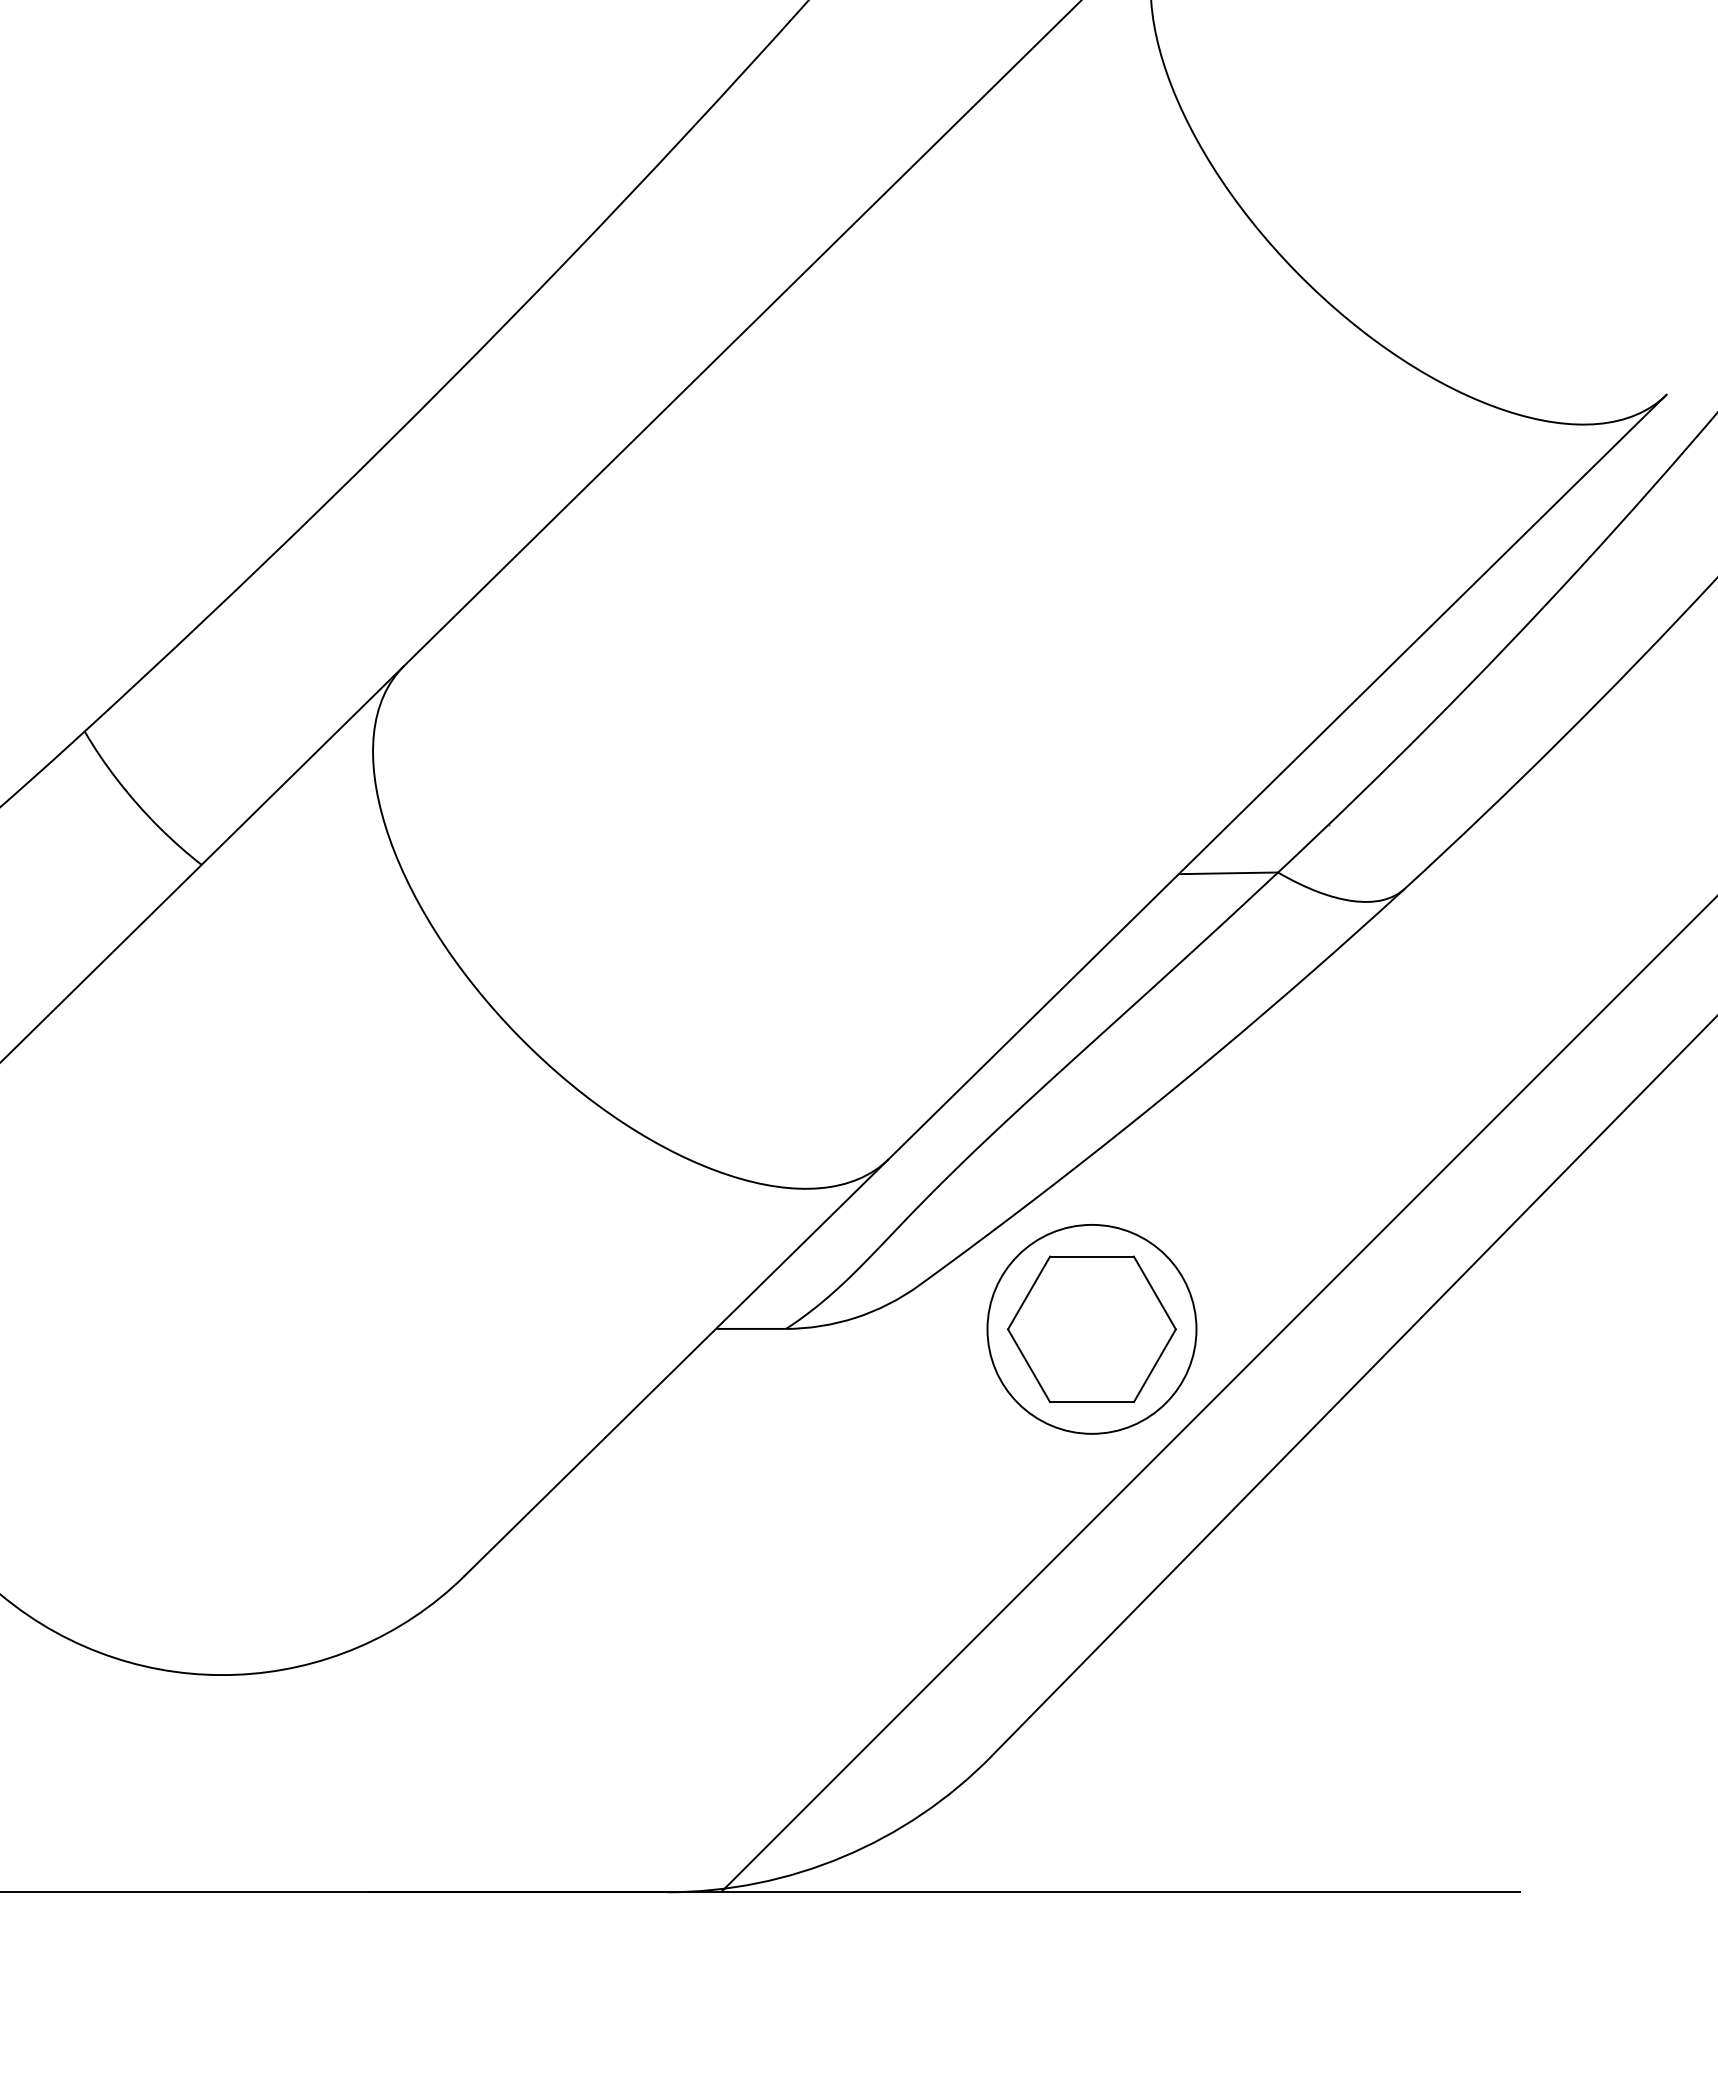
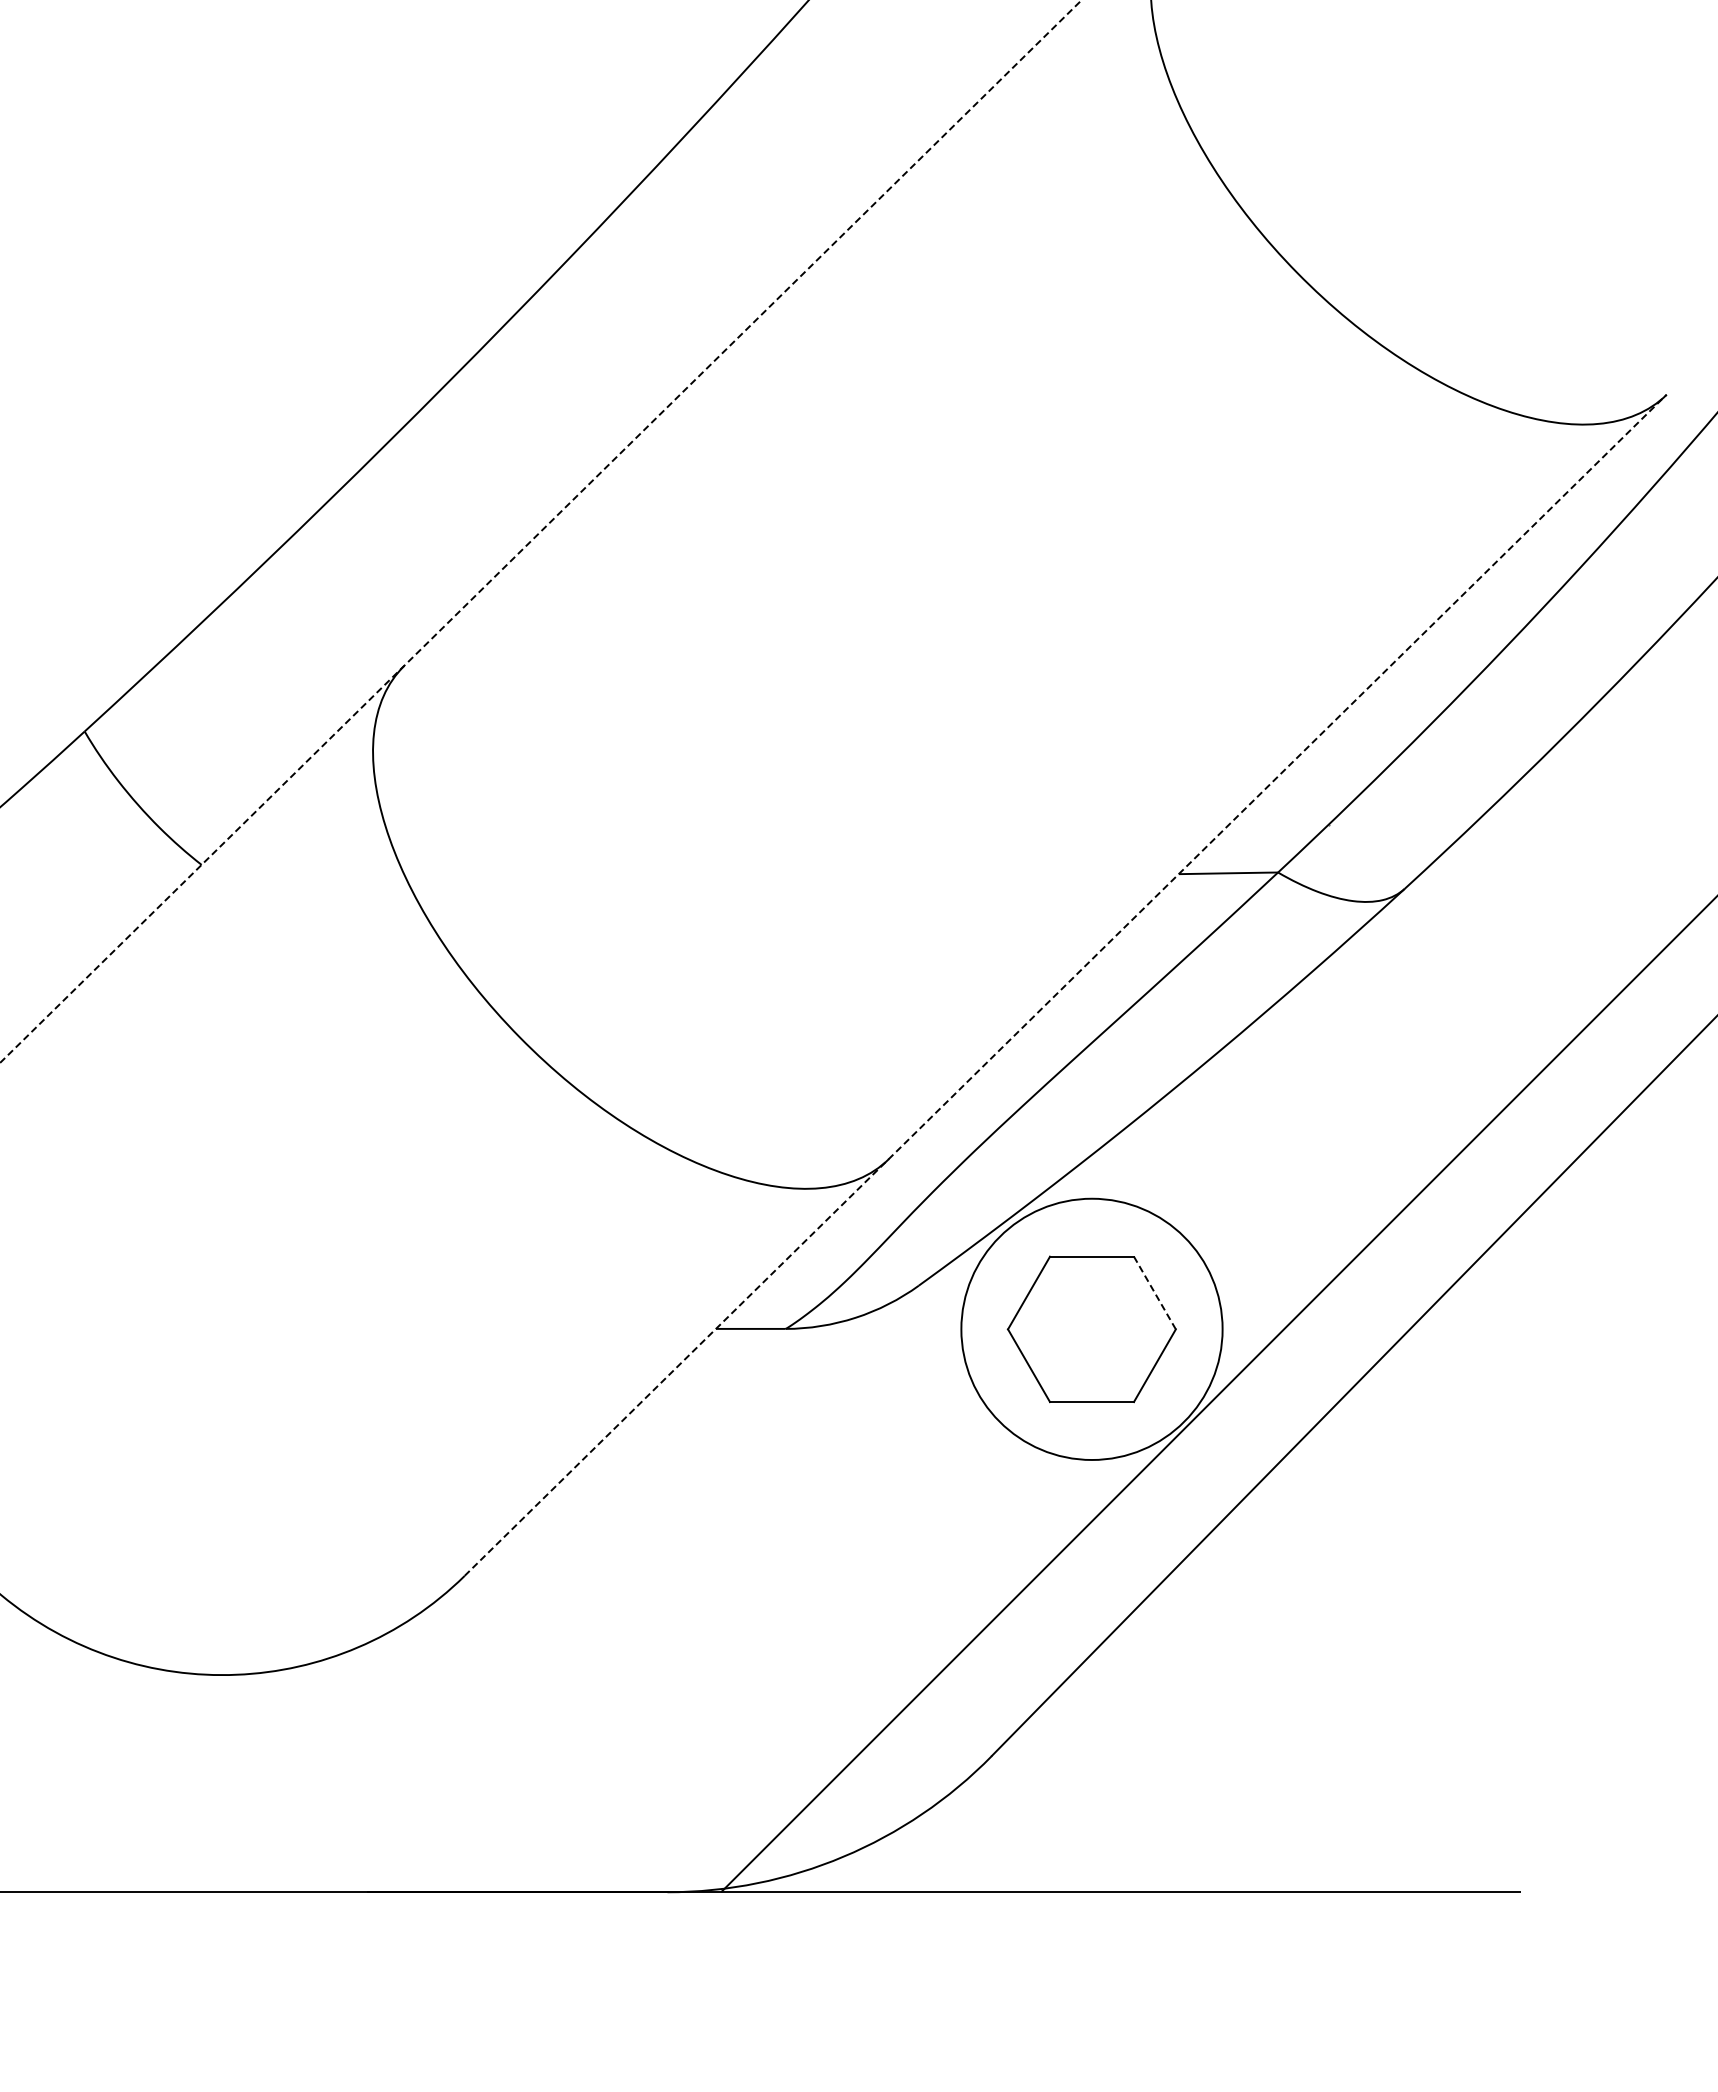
line at (540, 531): solid -> dashed
line at (1065, 985): solid -> dashed
line at (1154, 1293): solid -> dashed
circle at (1091, 1328) diameter: 209 px -> 261 px
